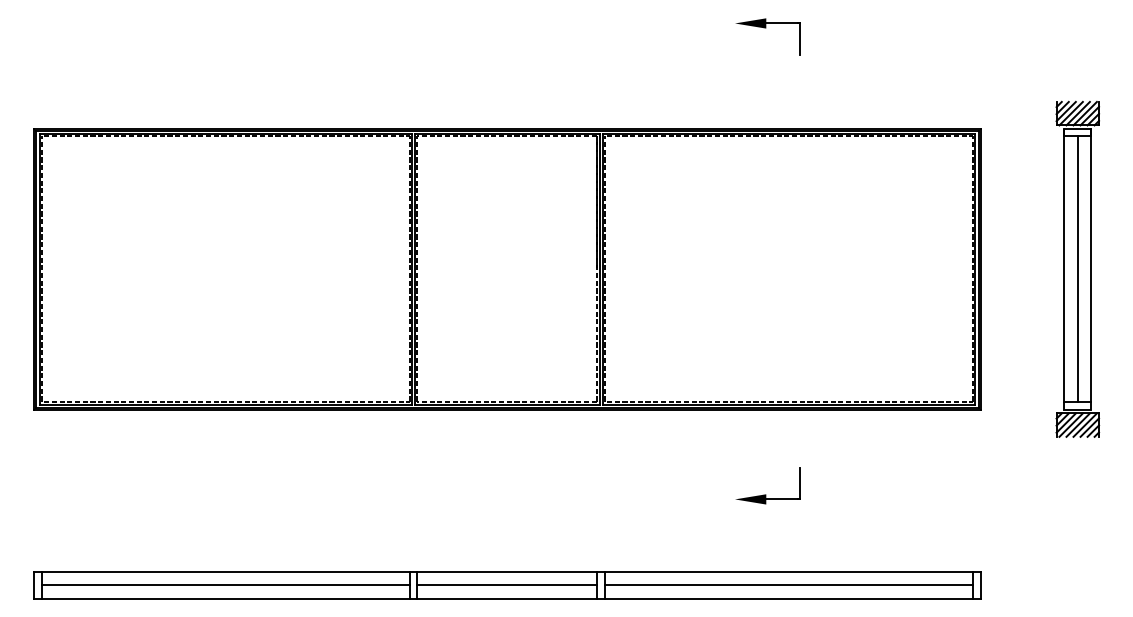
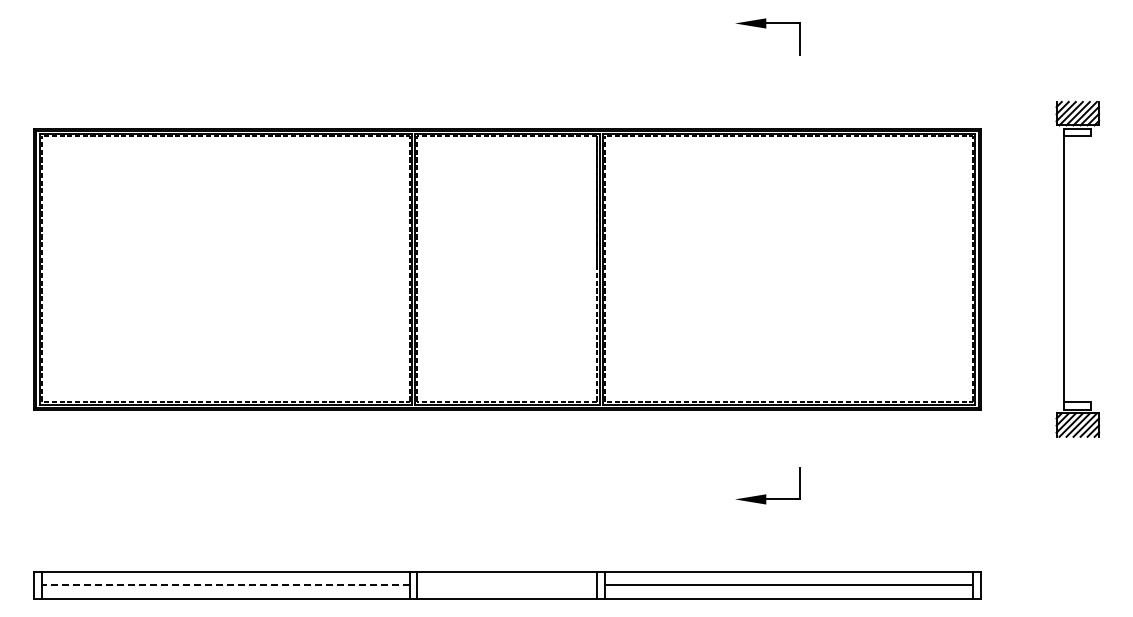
line at (1091, 265): present -> none
line at (1077, 269): present -> none
line at (225, 585): solid -> dashed
line at (507, 585): present -> none
